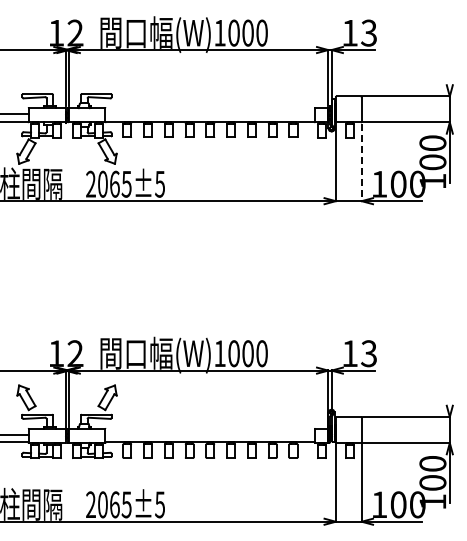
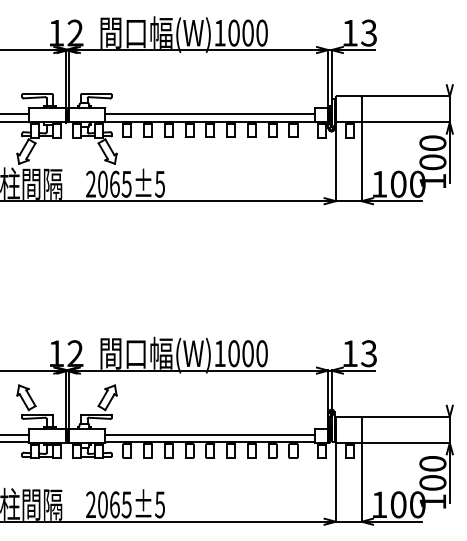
line at (210, 114): none -> present
line at (361, 162): dashed -> solid
line at (210, 434): none -> present
